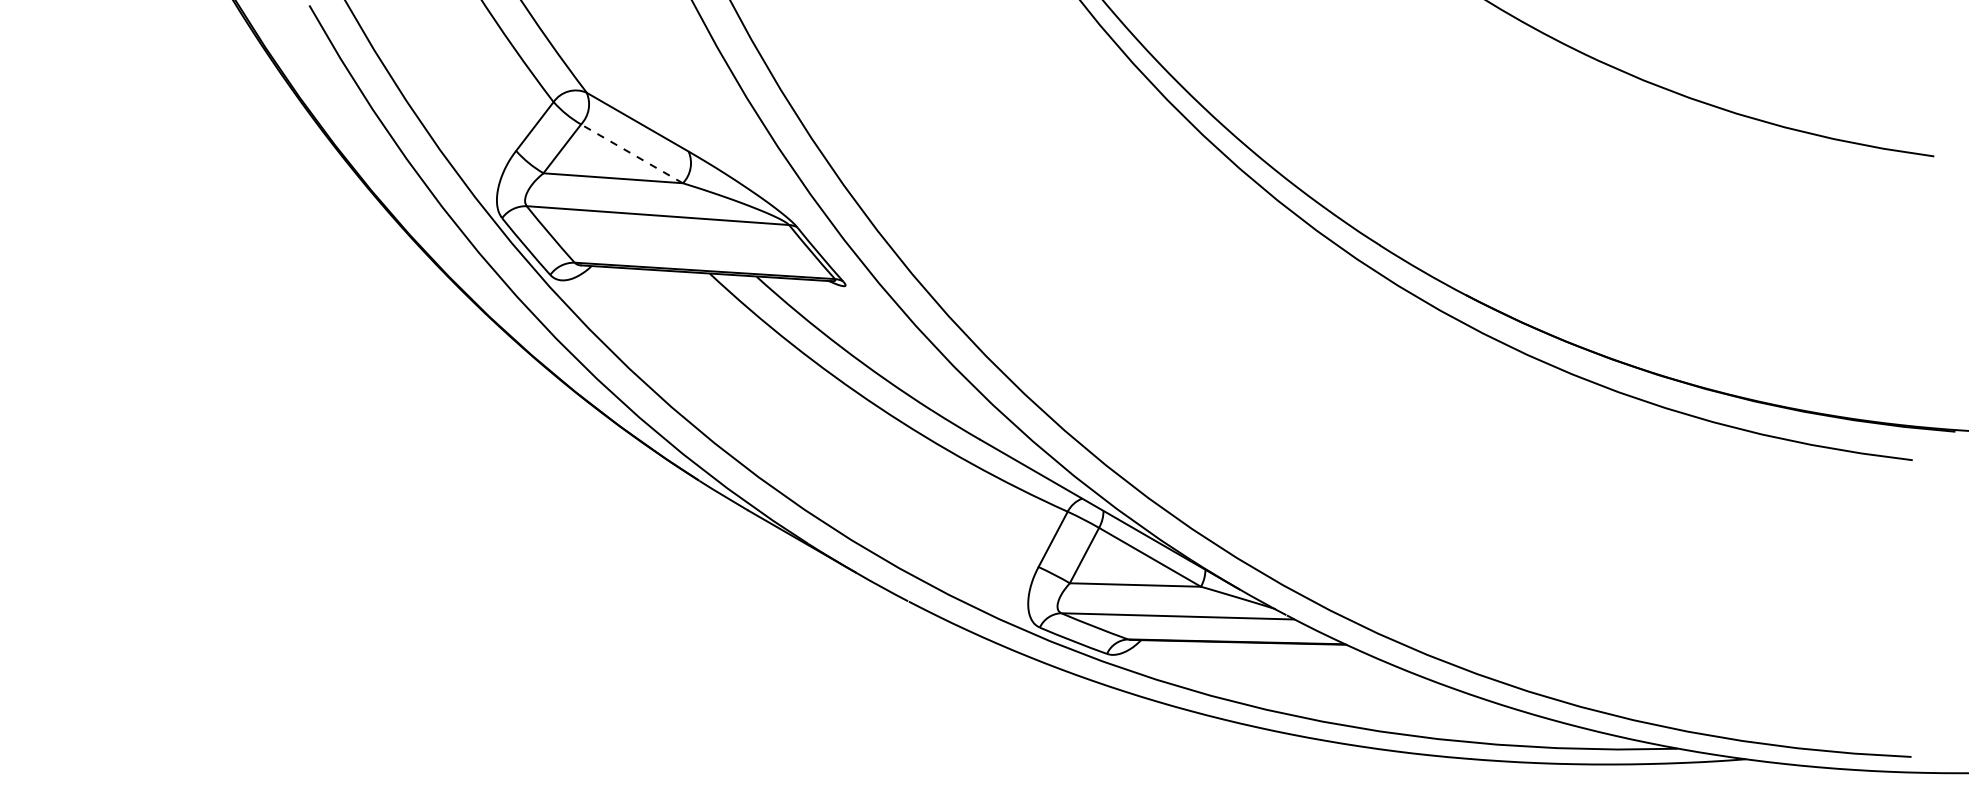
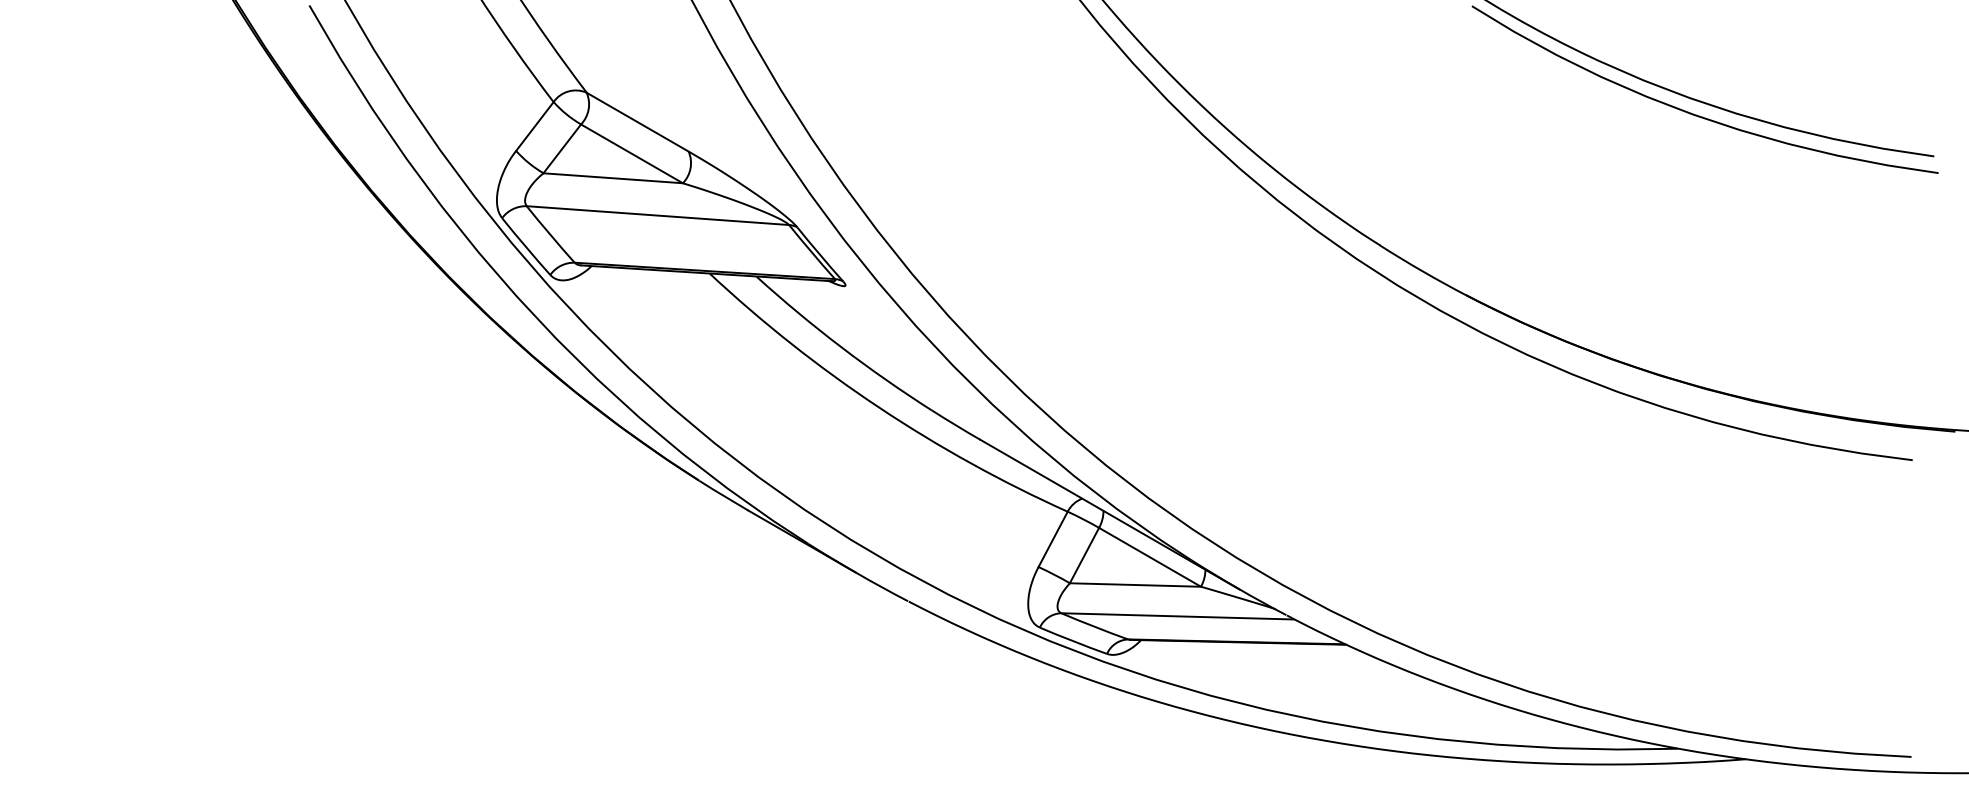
curve at (1696, 114): none -> present
line at (631, 153): dashed -> solid
